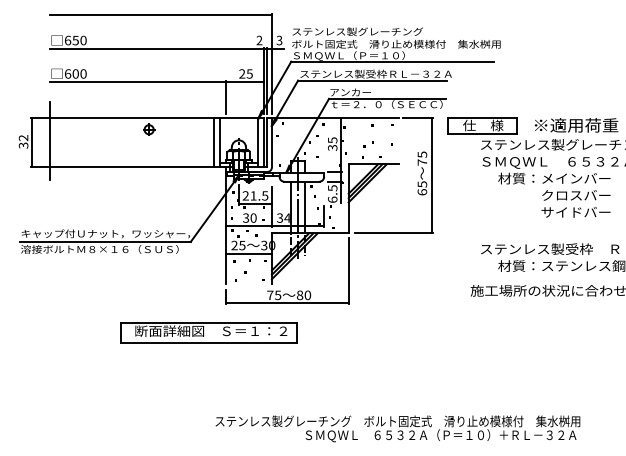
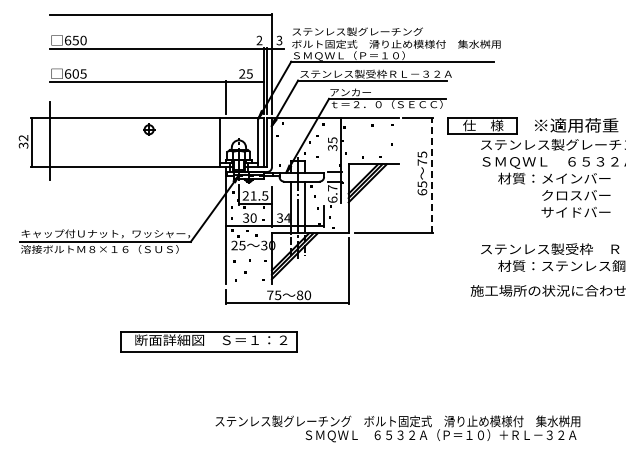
text at (83, 73): 600 -> 605
line at (213, 142): present -> none
part at (368, 144): present -> none
line at (432, 175): solid -> dashed
text at (332, 188): 6.5 -> 6.7
line at (248, 253): present -> none
part at (208, 332) position: (208, 332) -> (208, 341)
